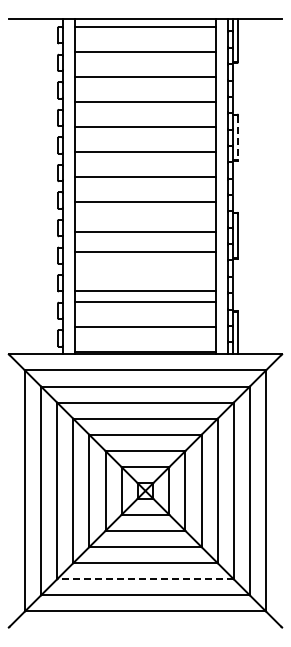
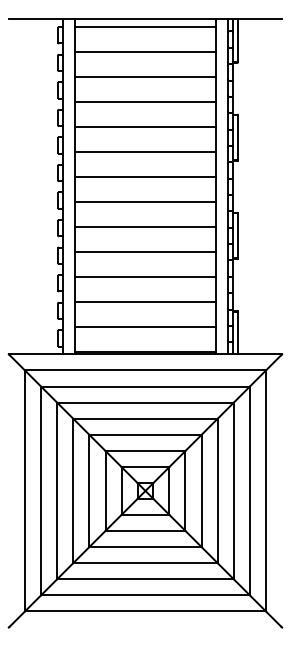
line at (237, 137): dashed -> solid
line at (145, 232) position: (145, 232) -> (145, 227)
line at (145, 291) position: (145, 291) -> (145, 277)
line at (145, 579): dashed -> solid
